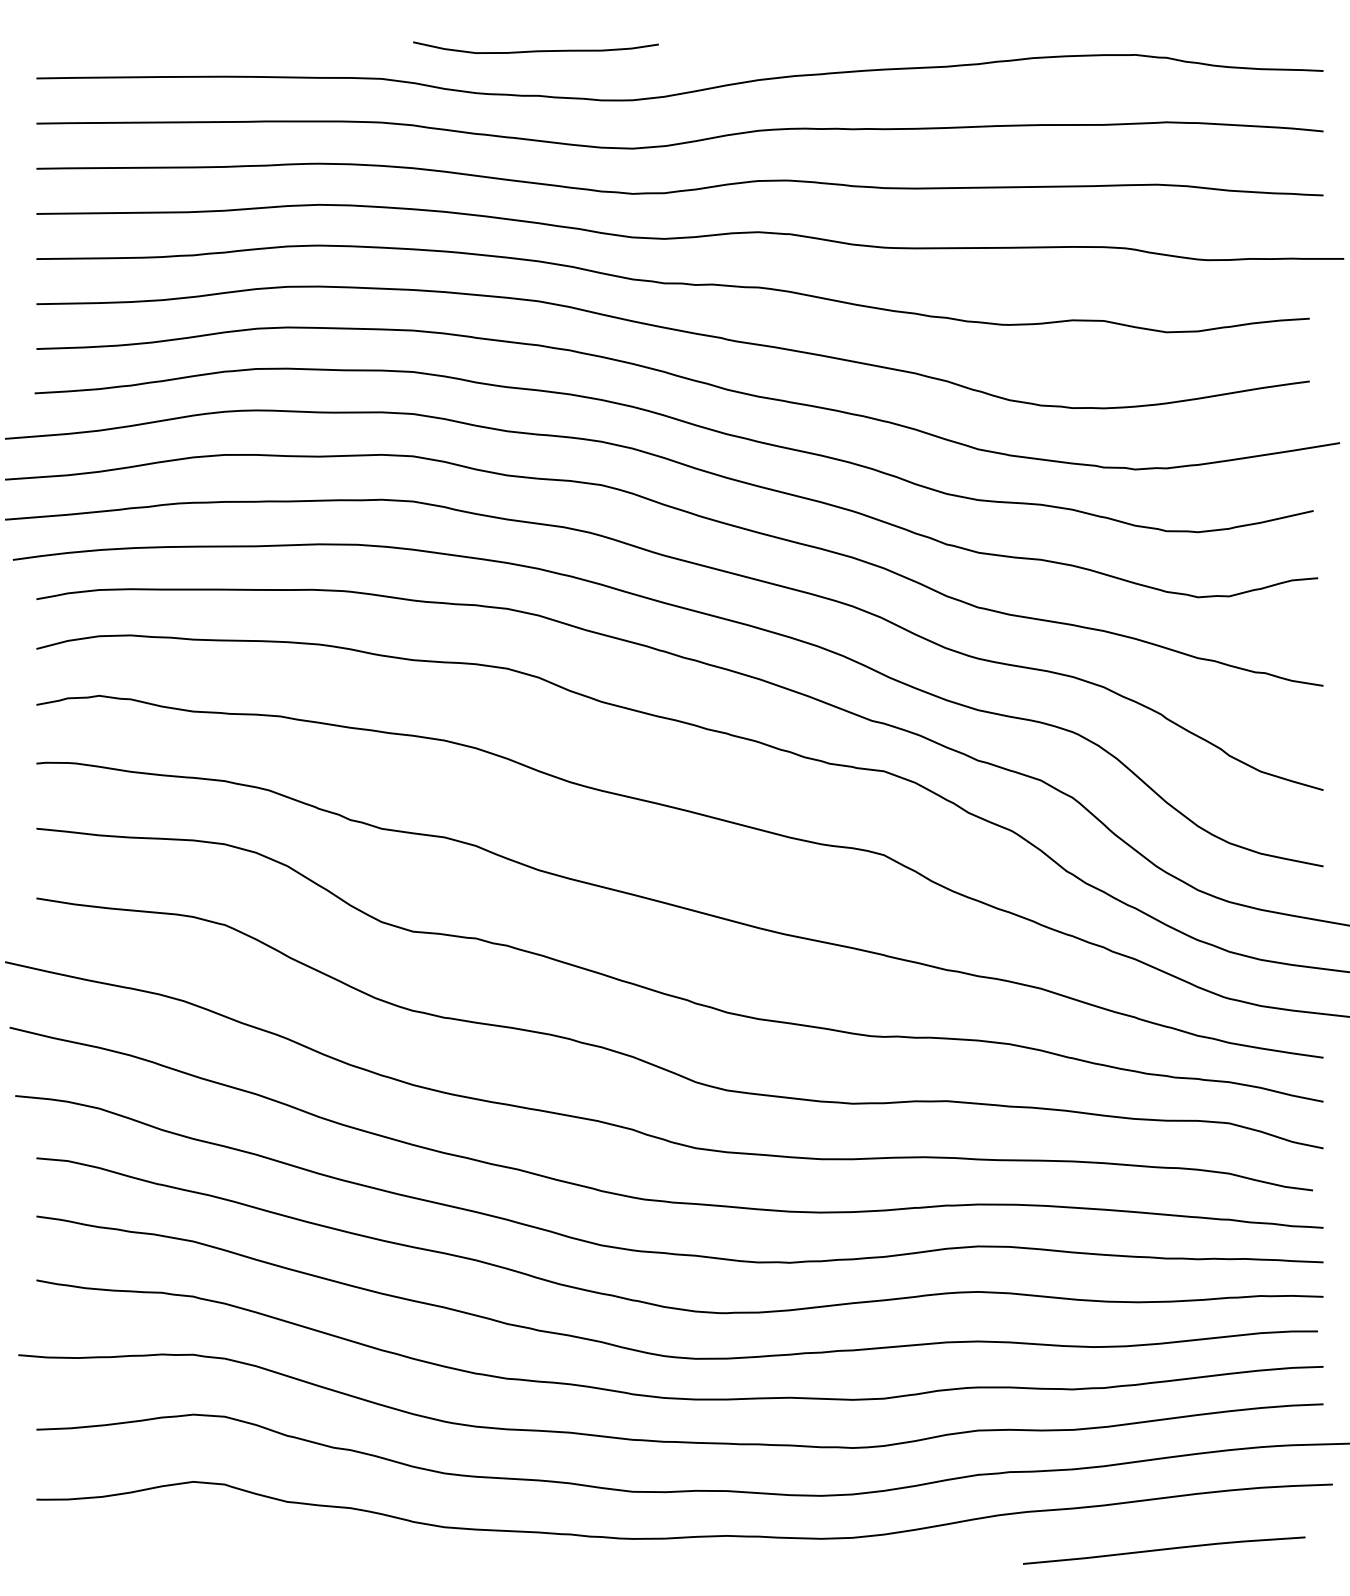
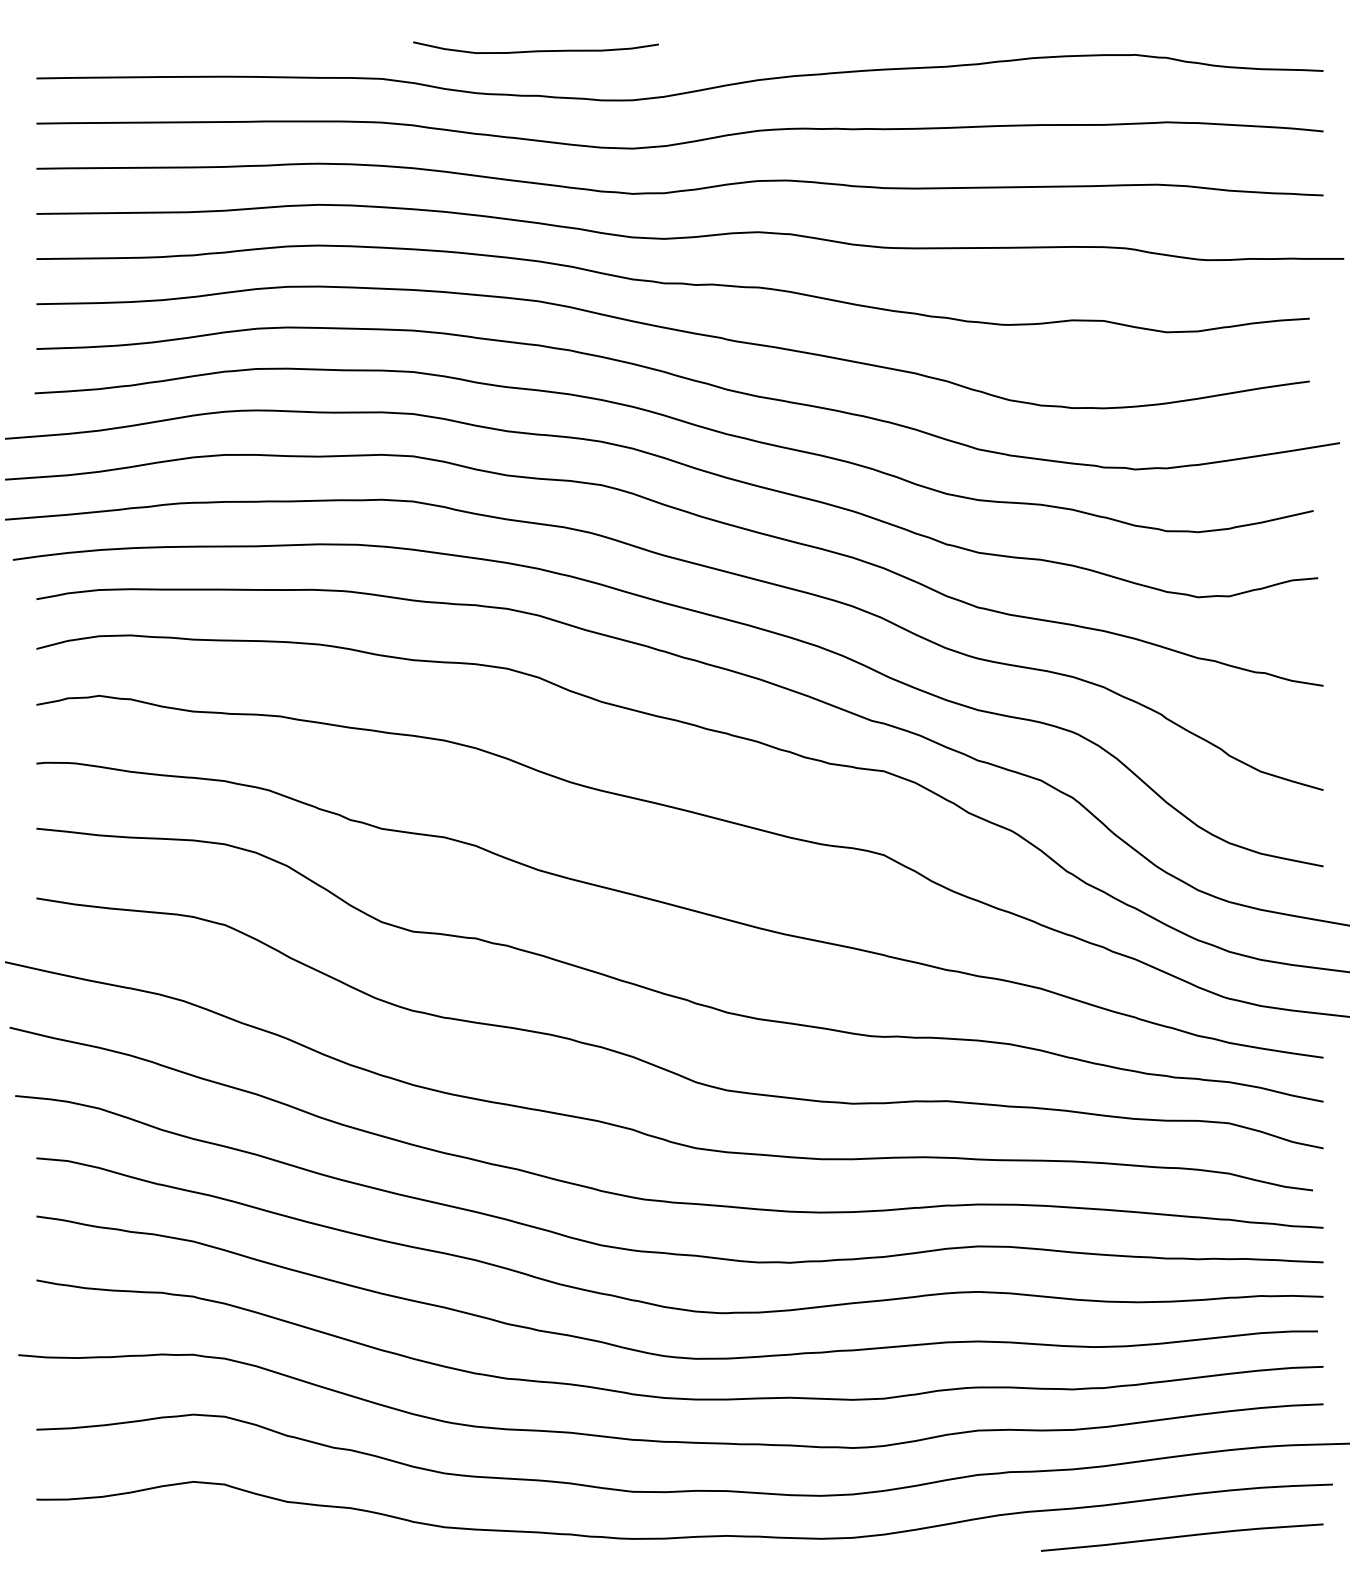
curve at (1164, 1550) position: (1164, 1550) -> (1182, 1537)
